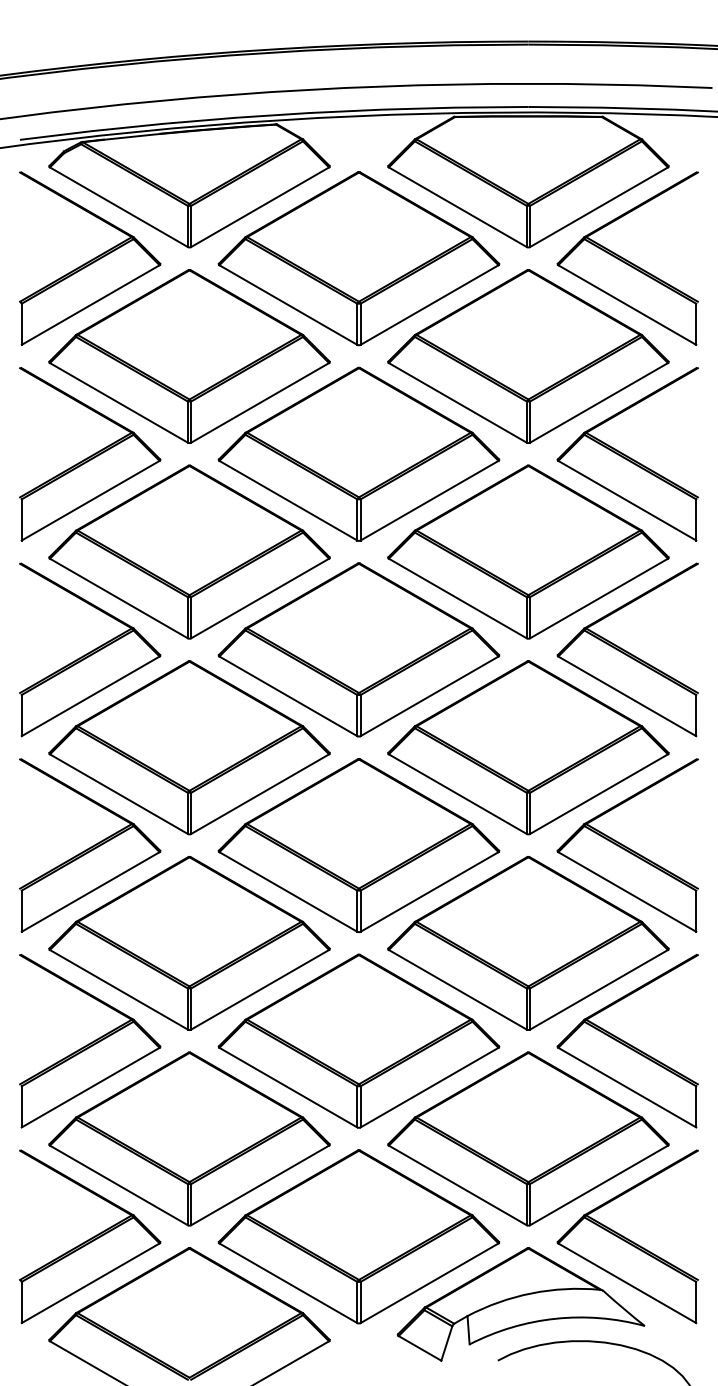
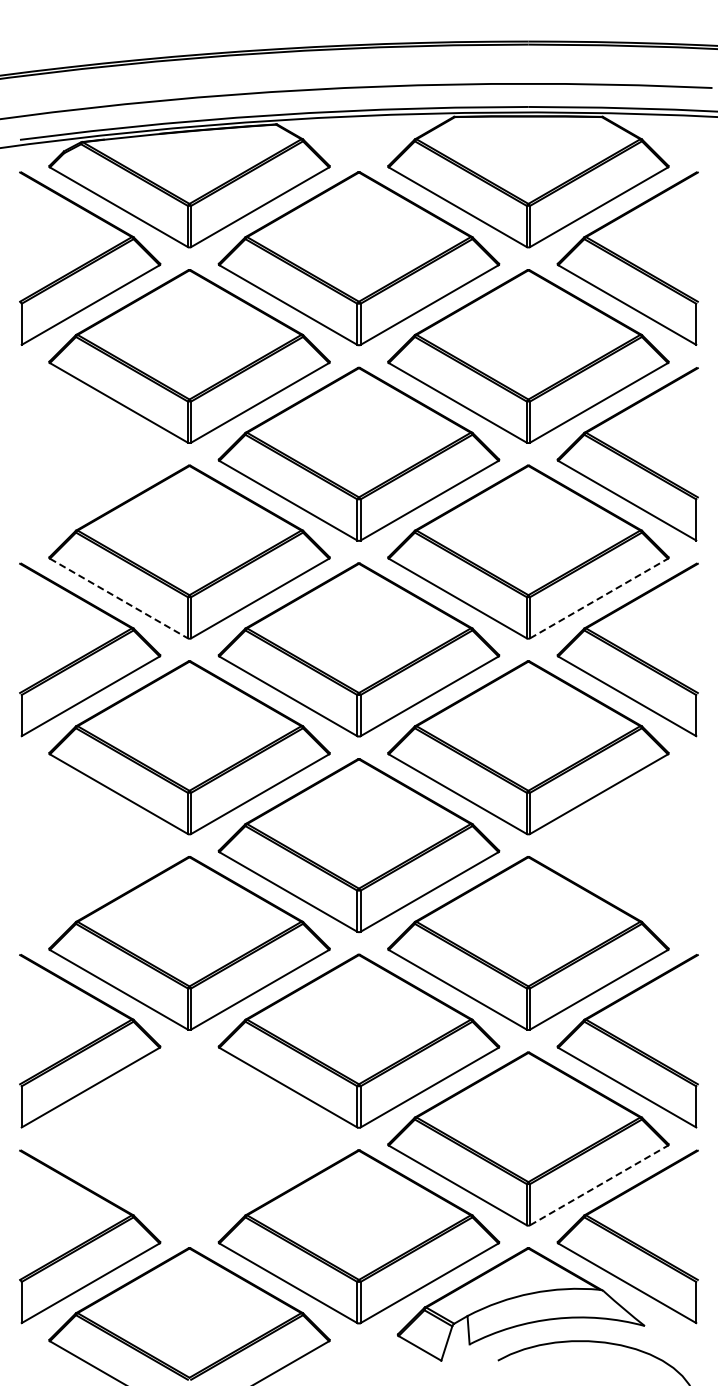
part at (90, 454): present -> none
line at (118, 598): solid -> dashed
line at (599, 598): solid -> dashed
part at (90, 845): present -> none
part at (627, 845): present -> none
part at (189, 1138): present -> none
line at (599, 1185): solid -> dashed
